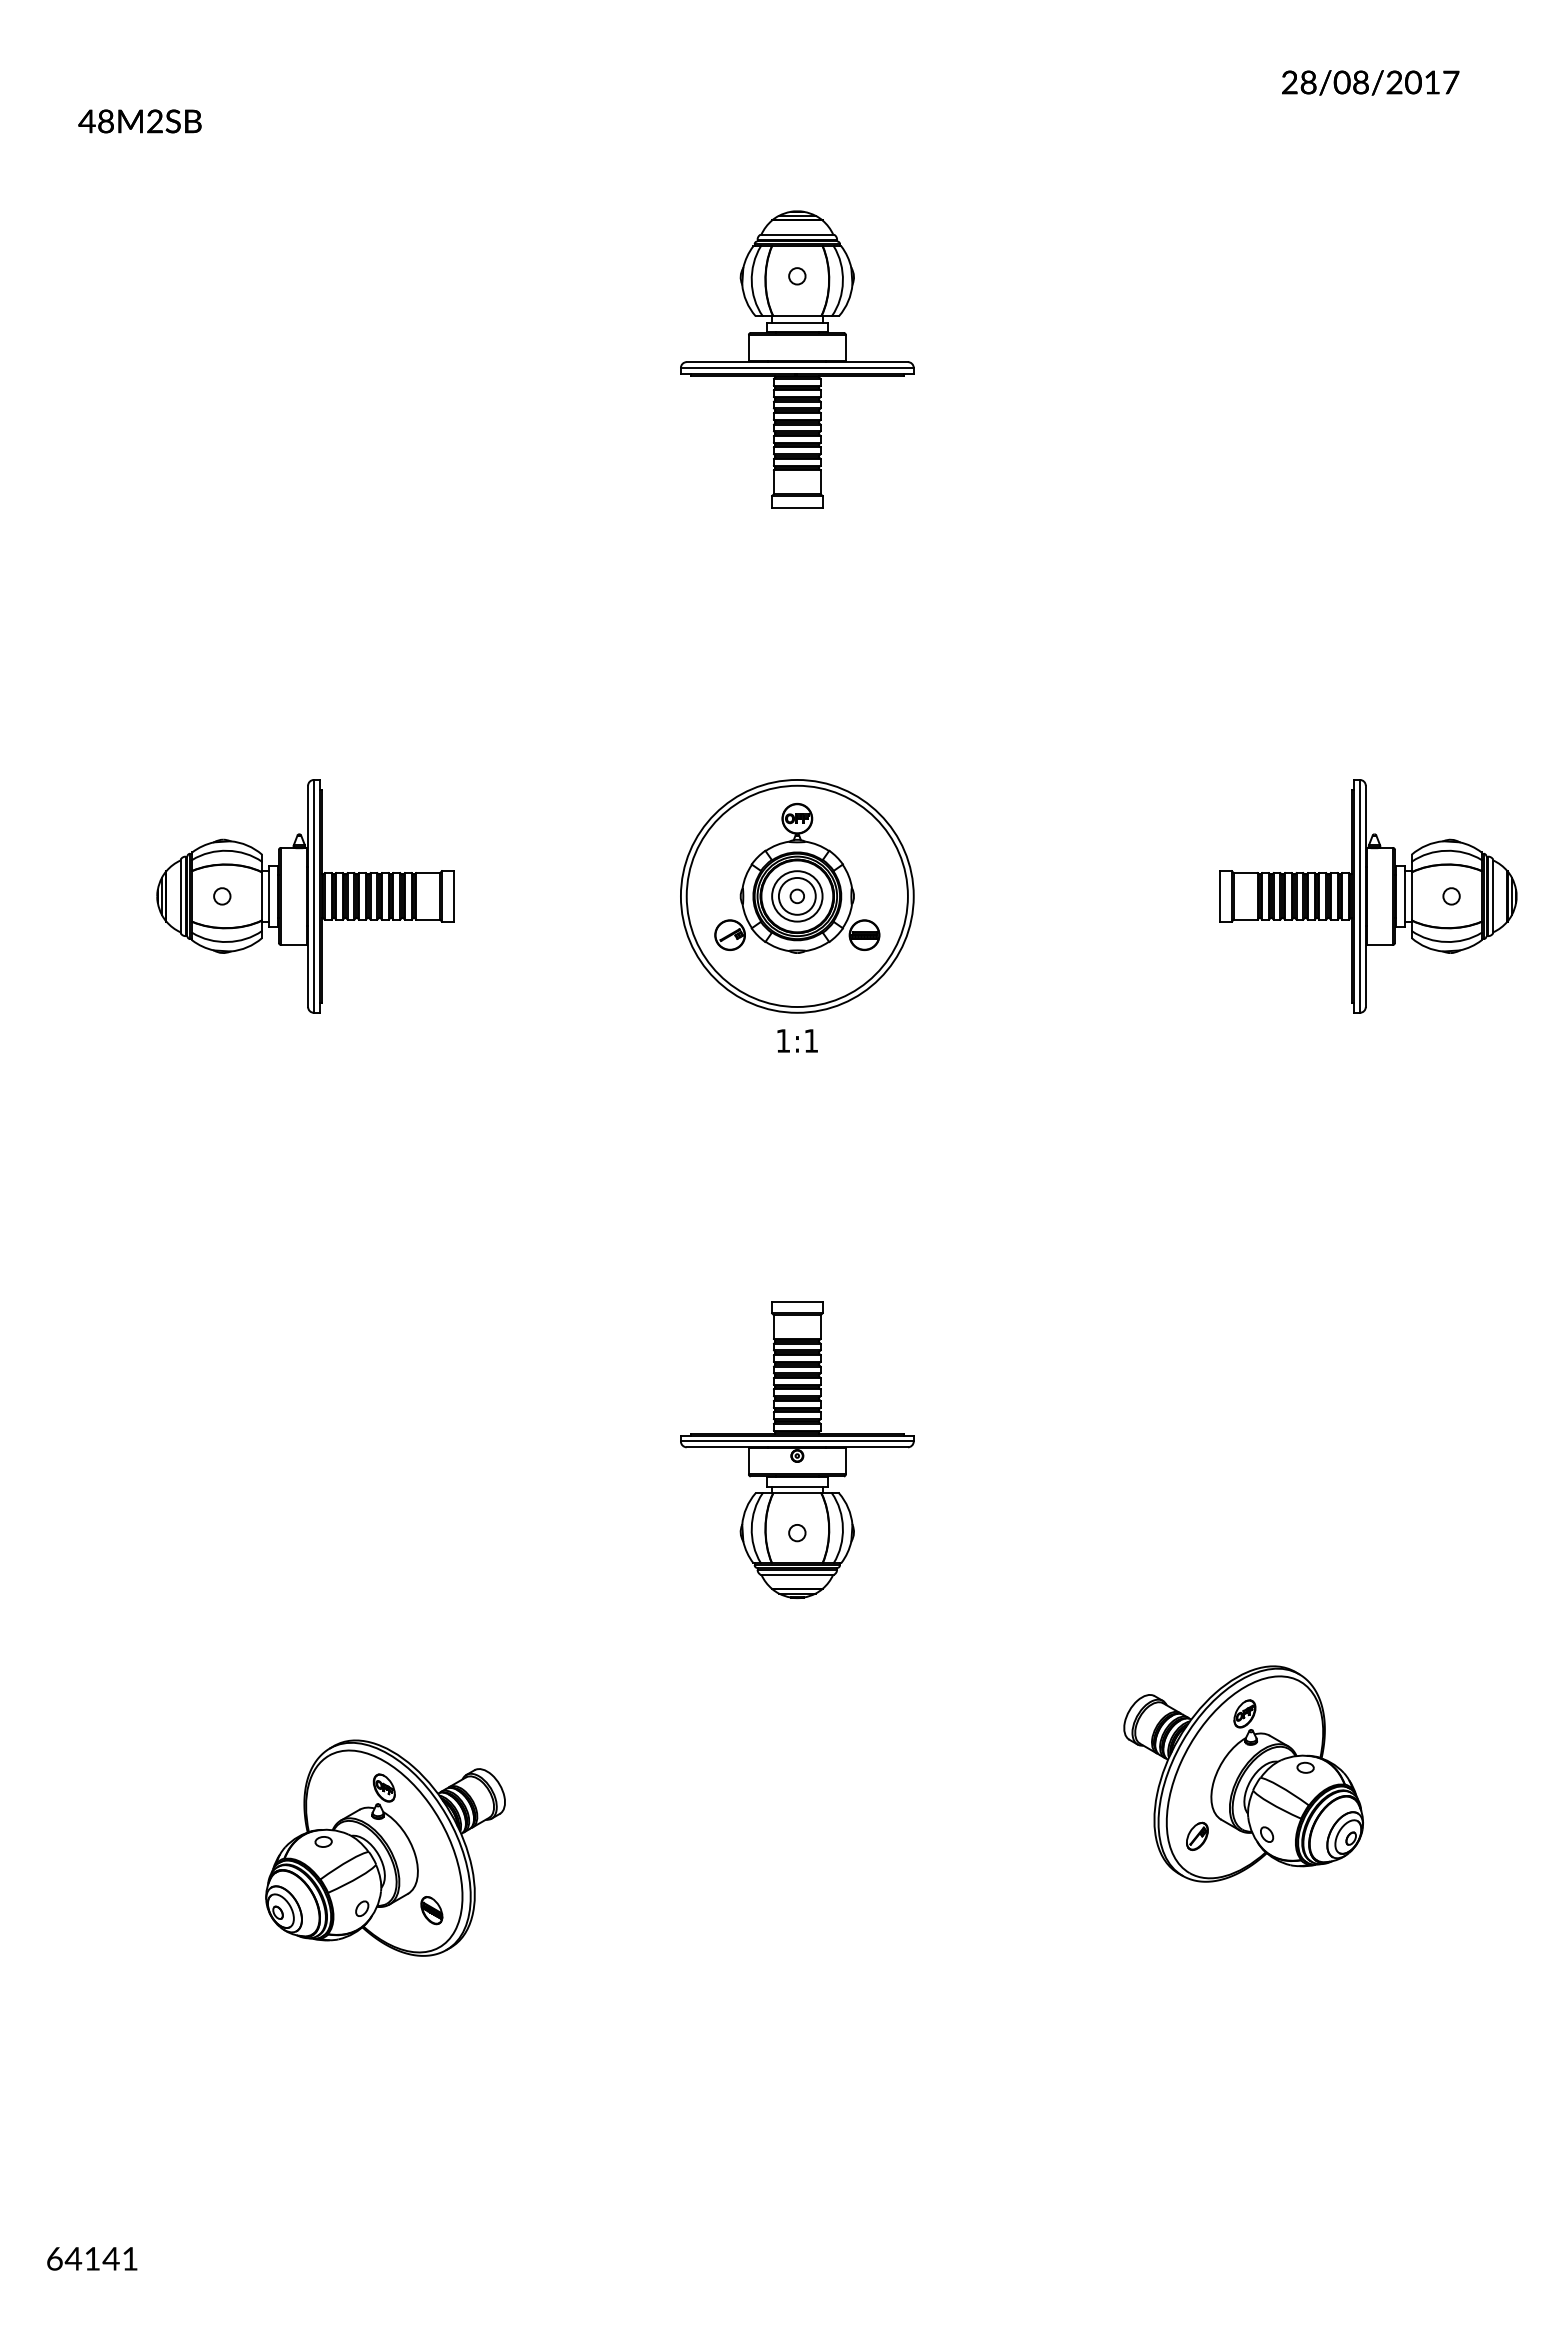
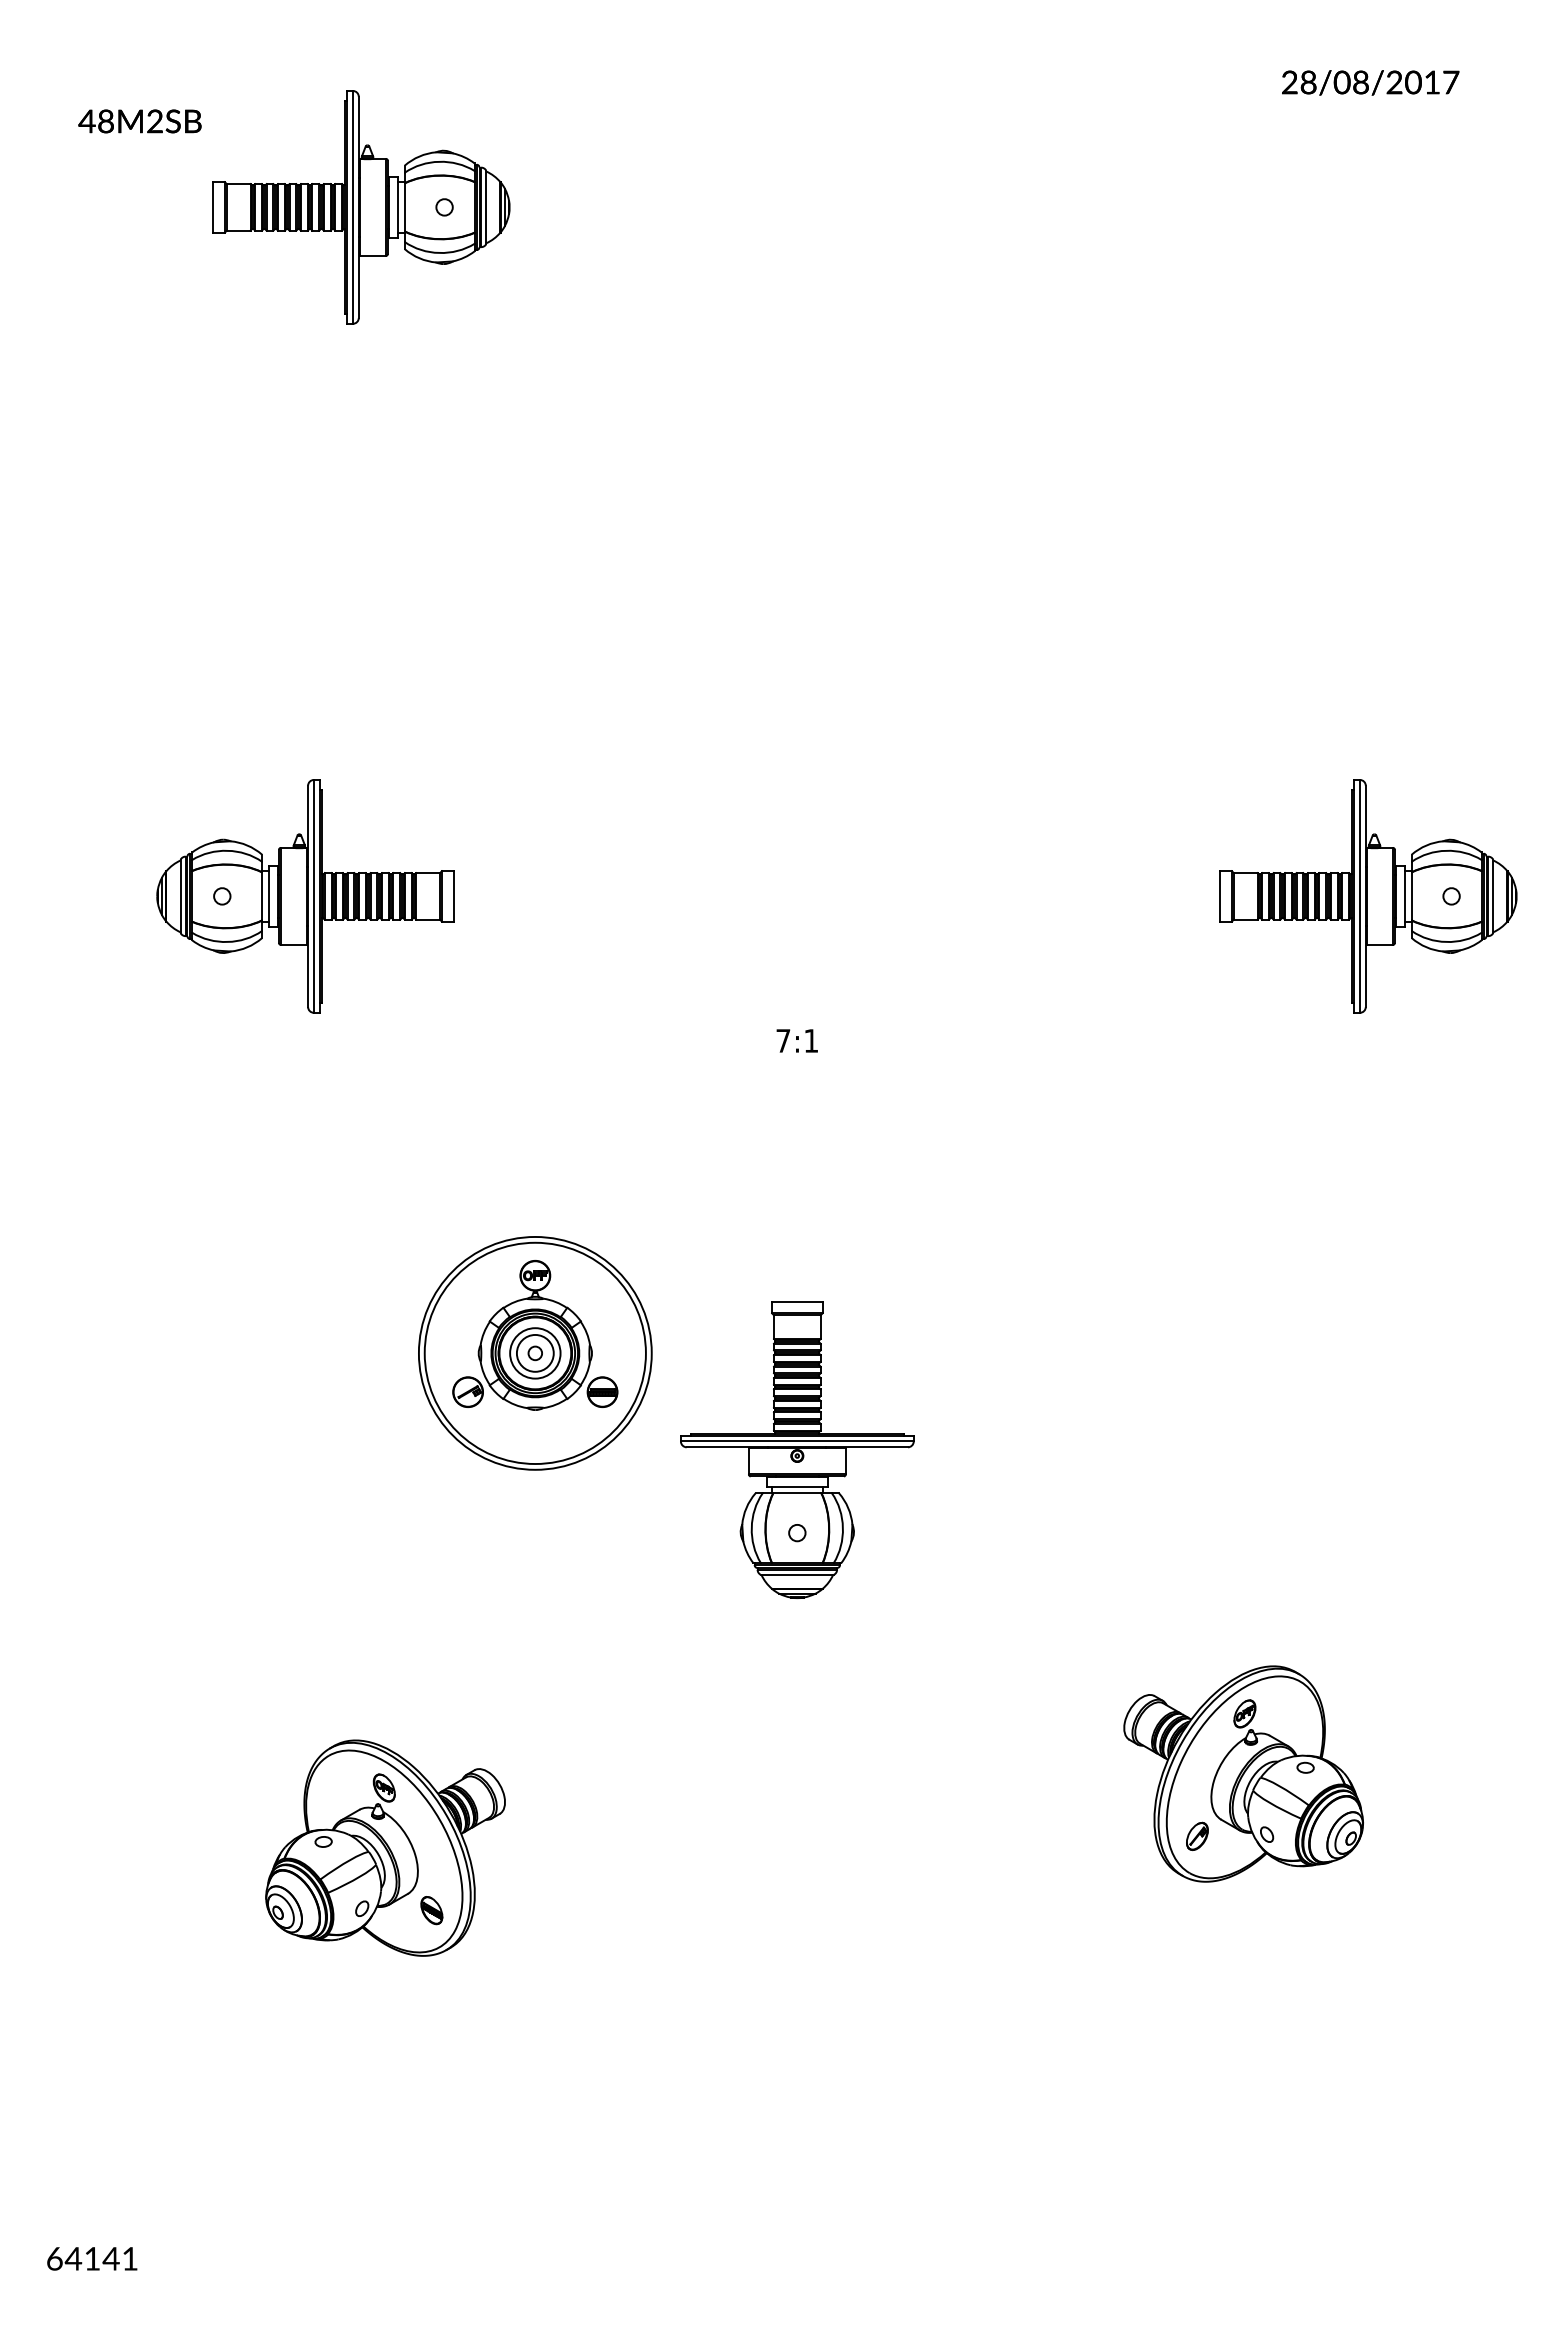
part at (361, 207): none -> present
part at (797, 359): present -> none
part at (797, 896) position: (797, 896) -> (535, 1353)
text at (783, 1040): 1:1 -> 7:1
